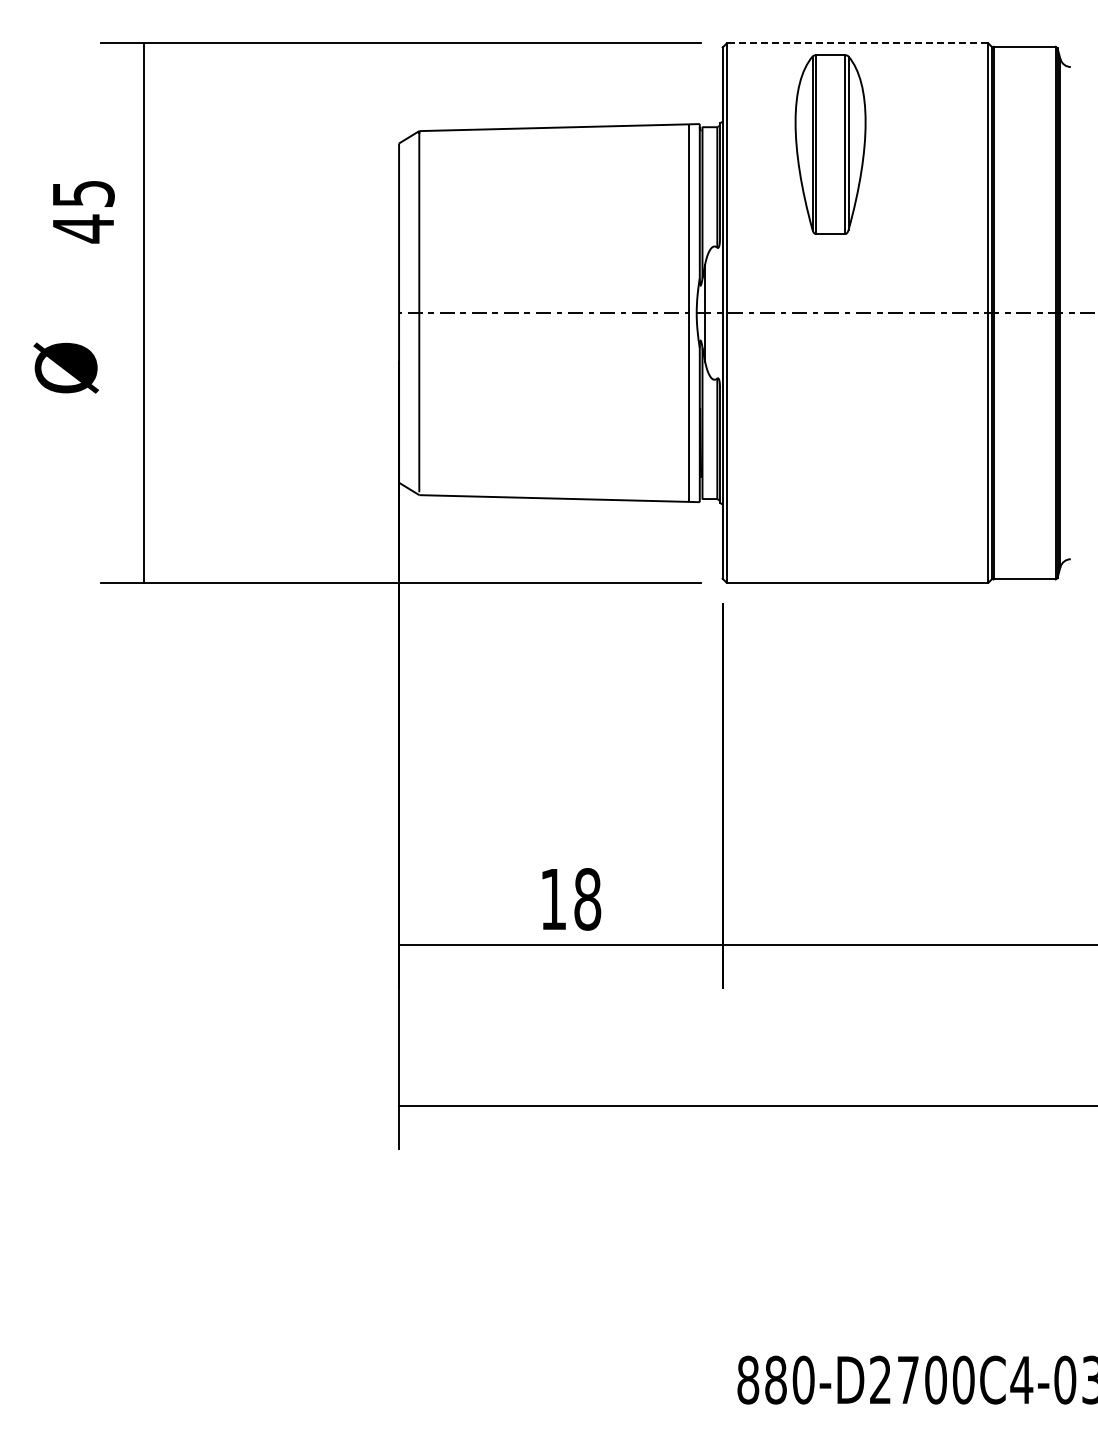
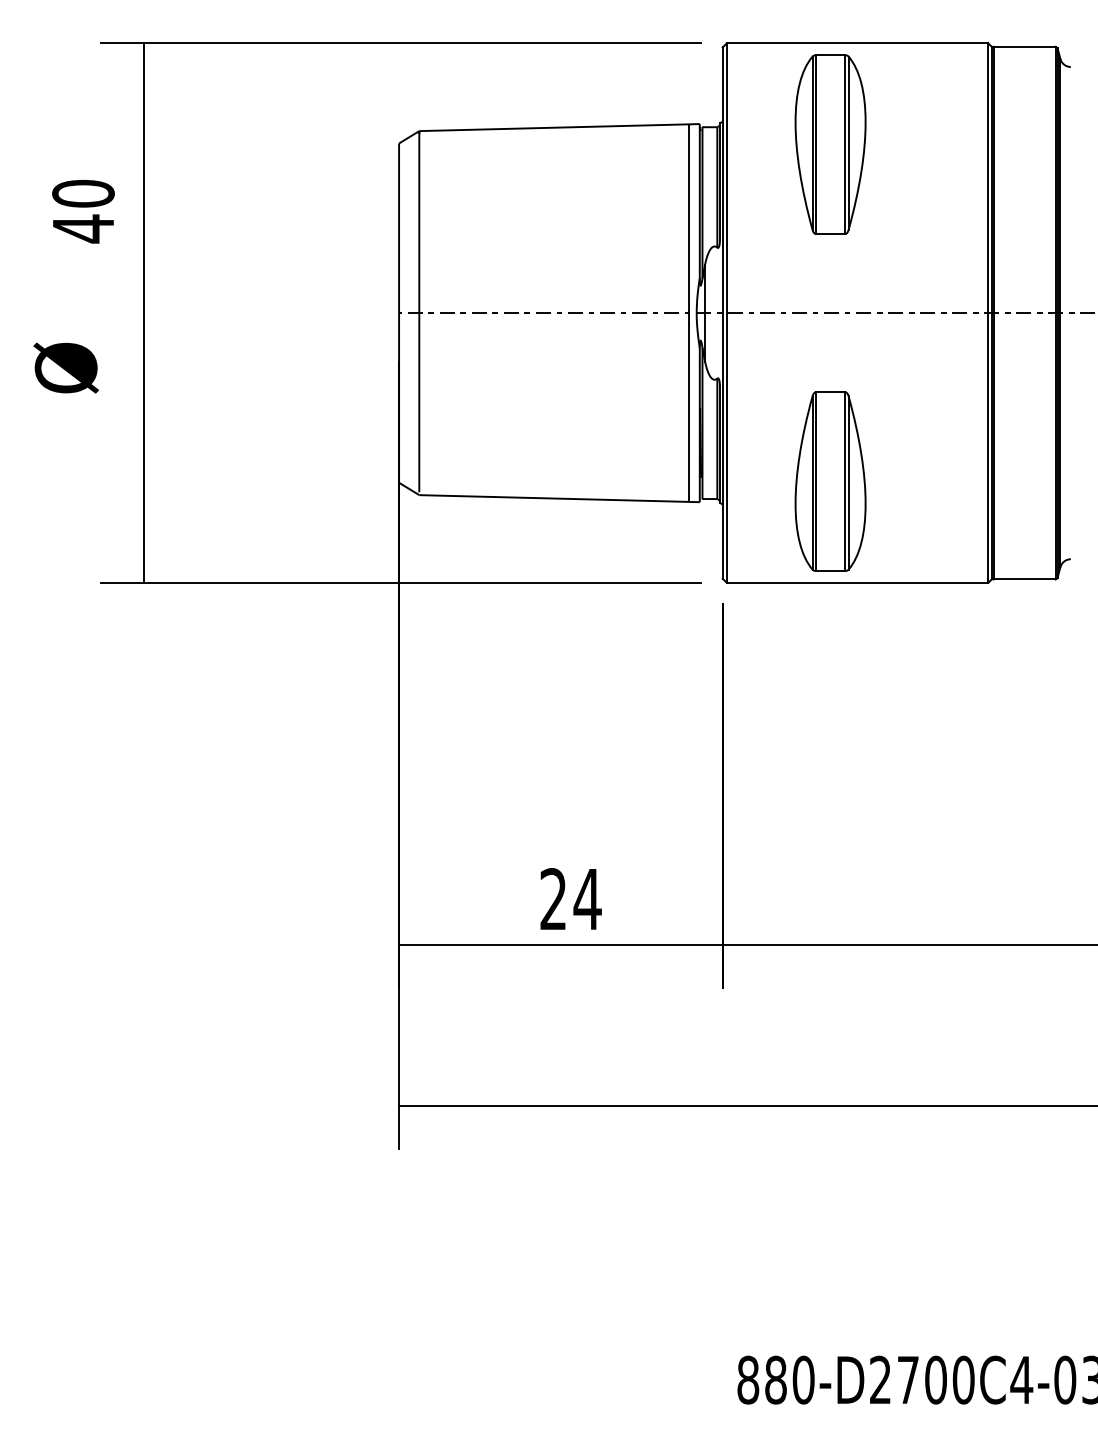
line at (857, 43): dashed -> solid
text at (83, 193): 45 -> 40
part at (830, 481): none -> present
text at (570, 899): 18 -> 24
